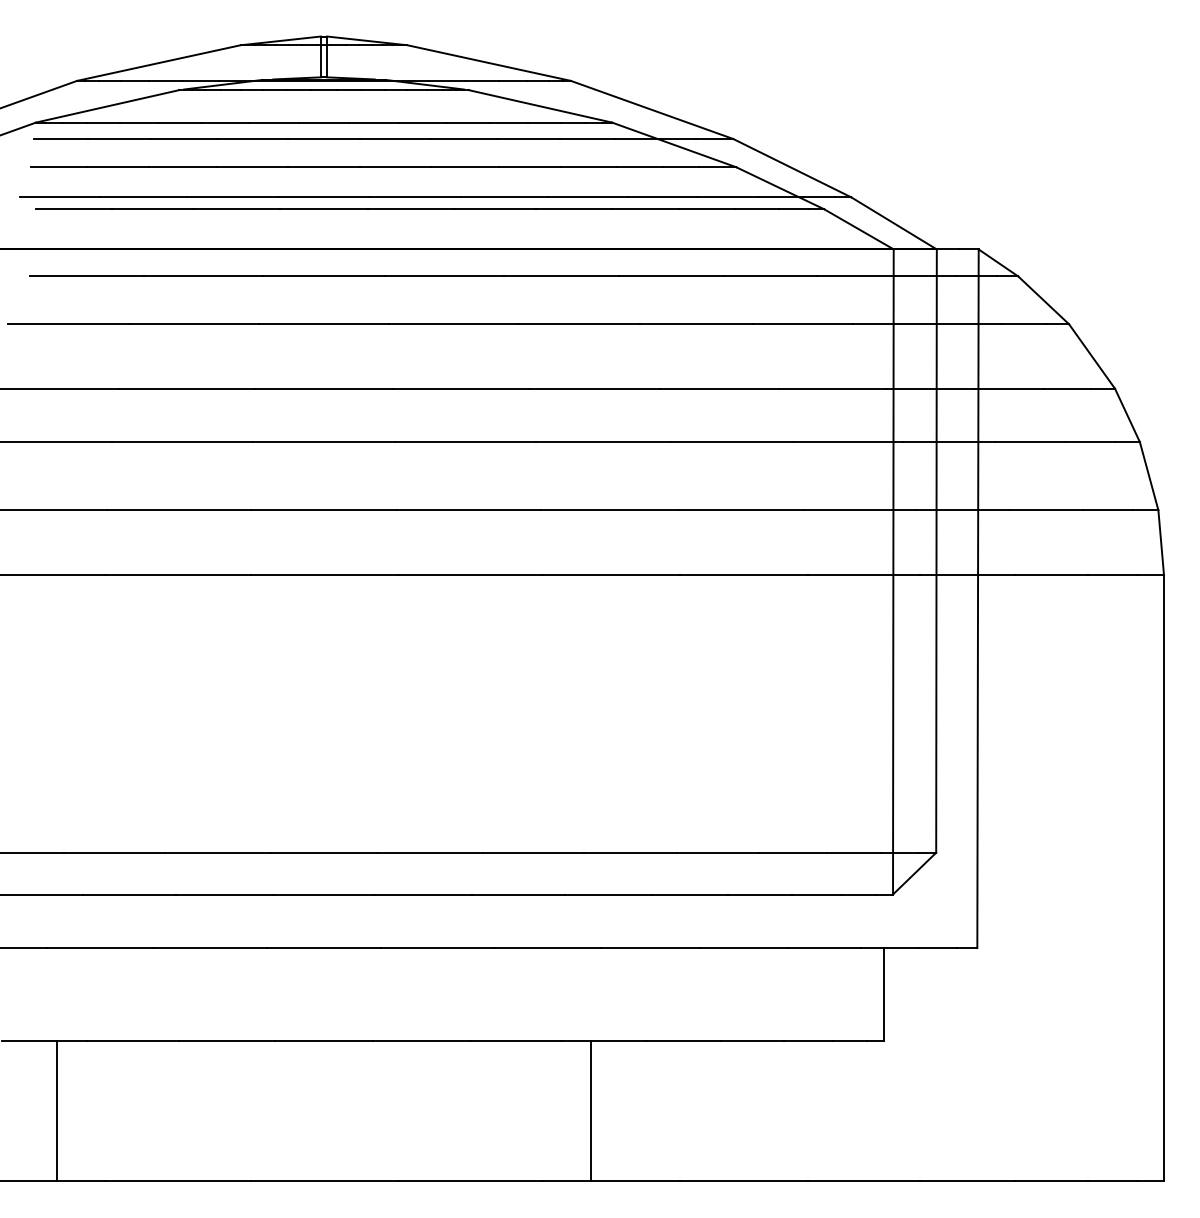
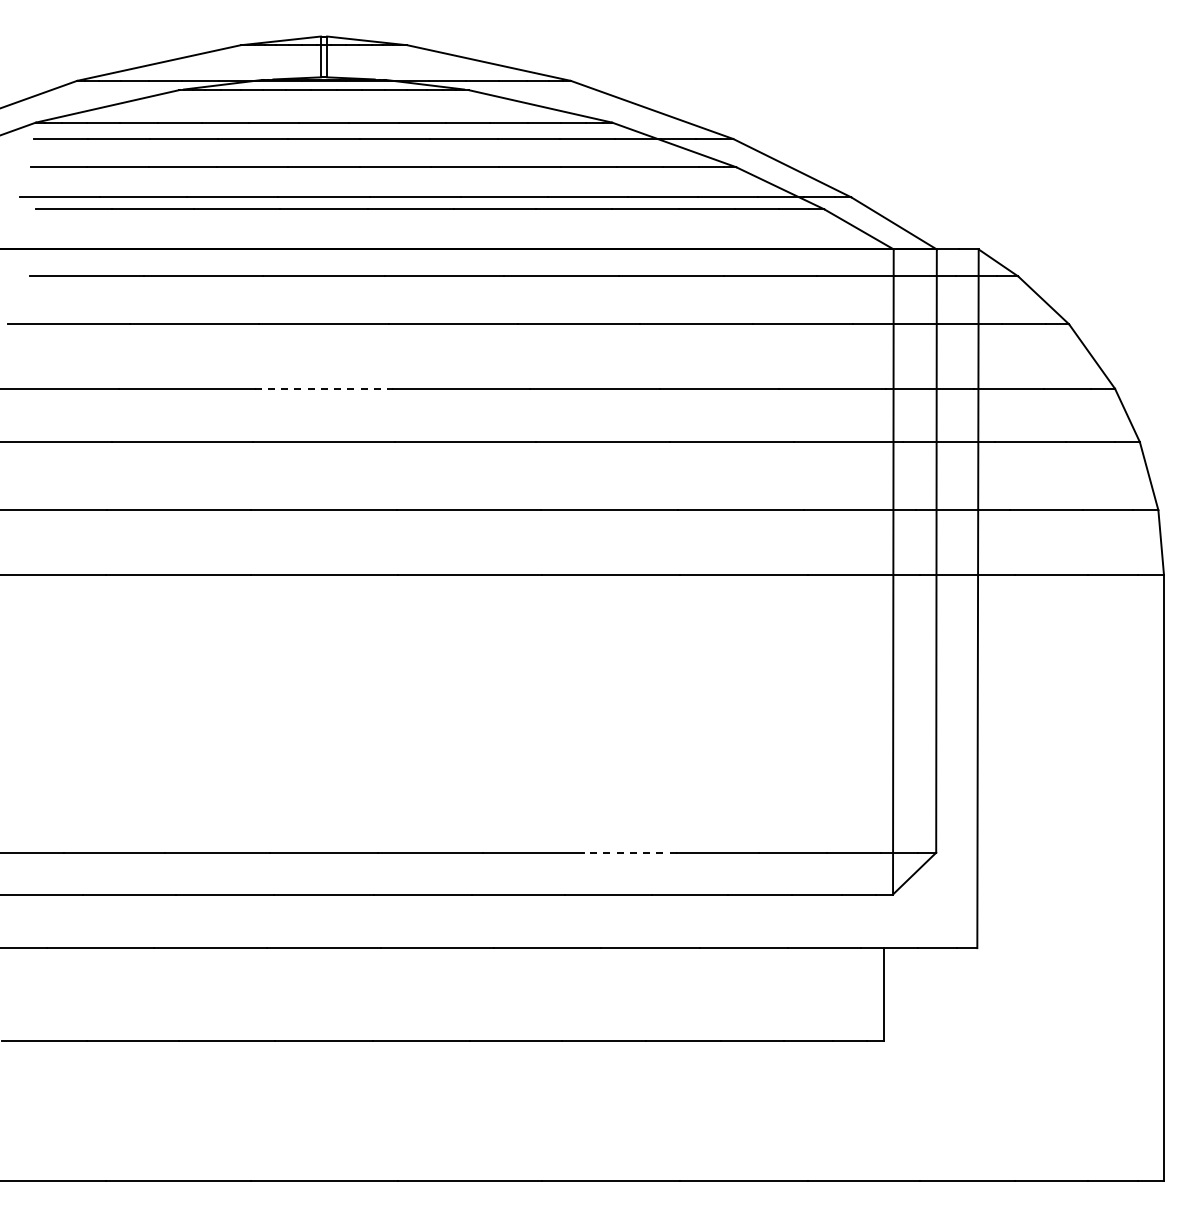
line at (324, 388): solid -> dashed
line at (629, 852): solid -> dashed
line at (56, 1111): present -> none
line at (591, 1111): present -> none
